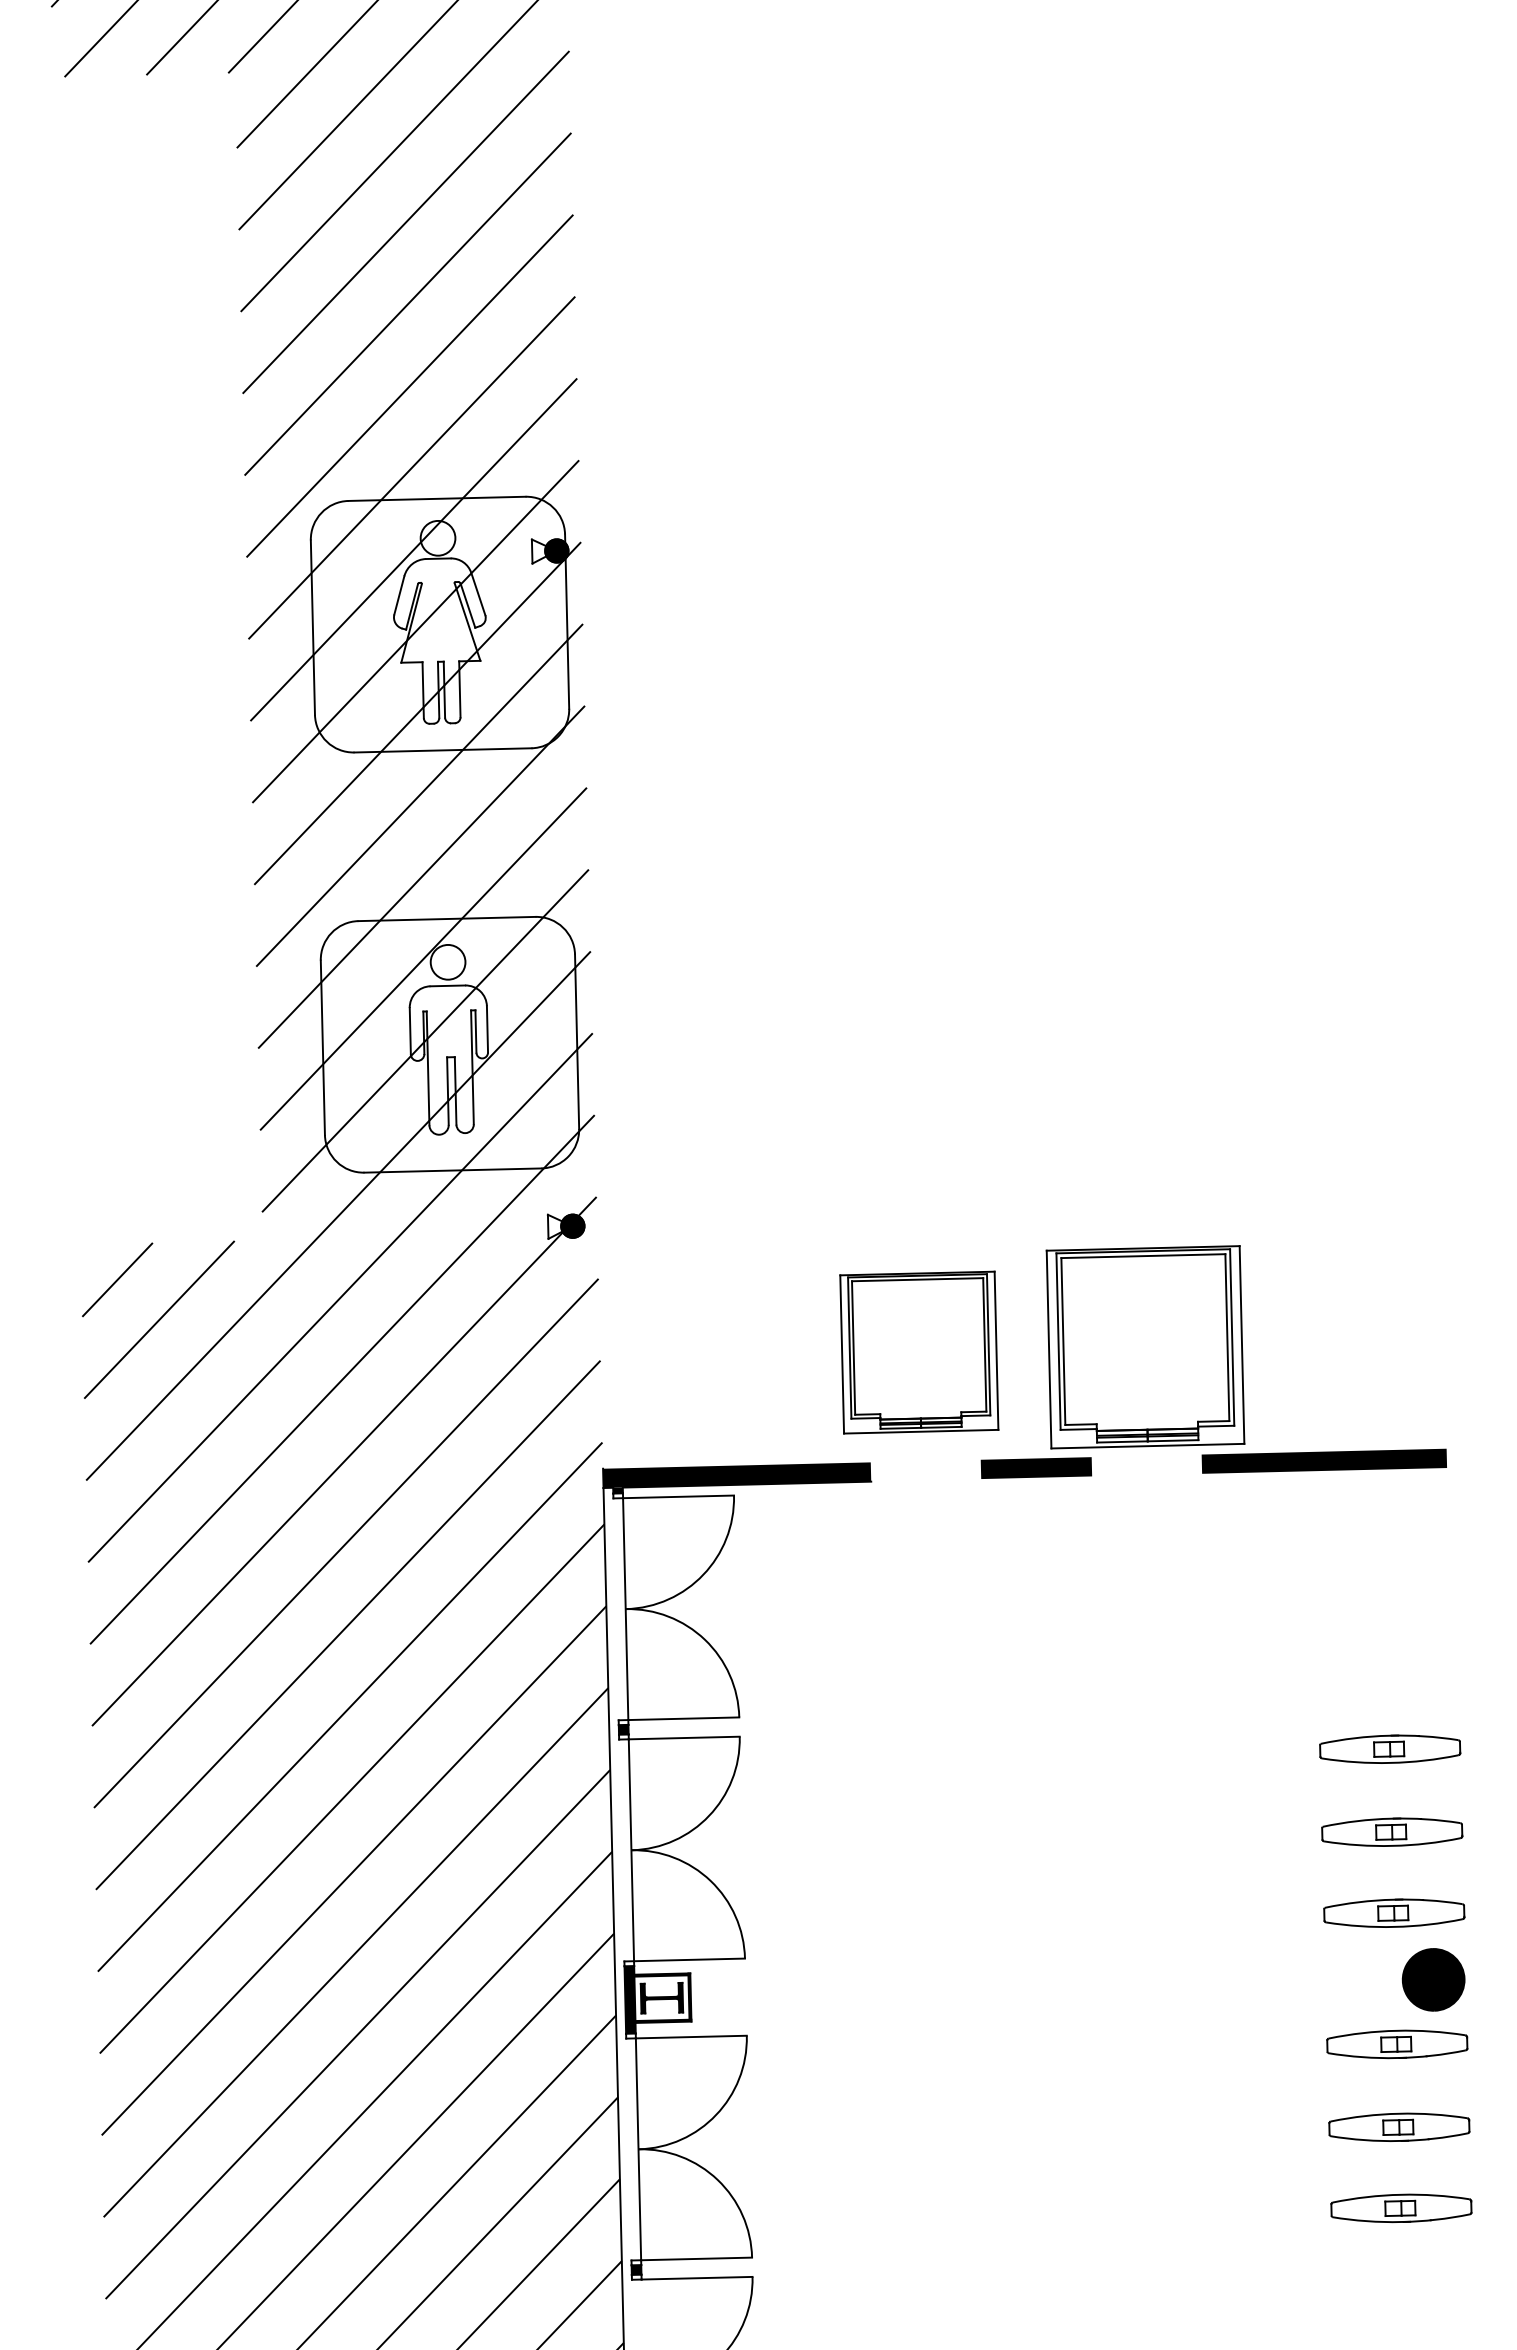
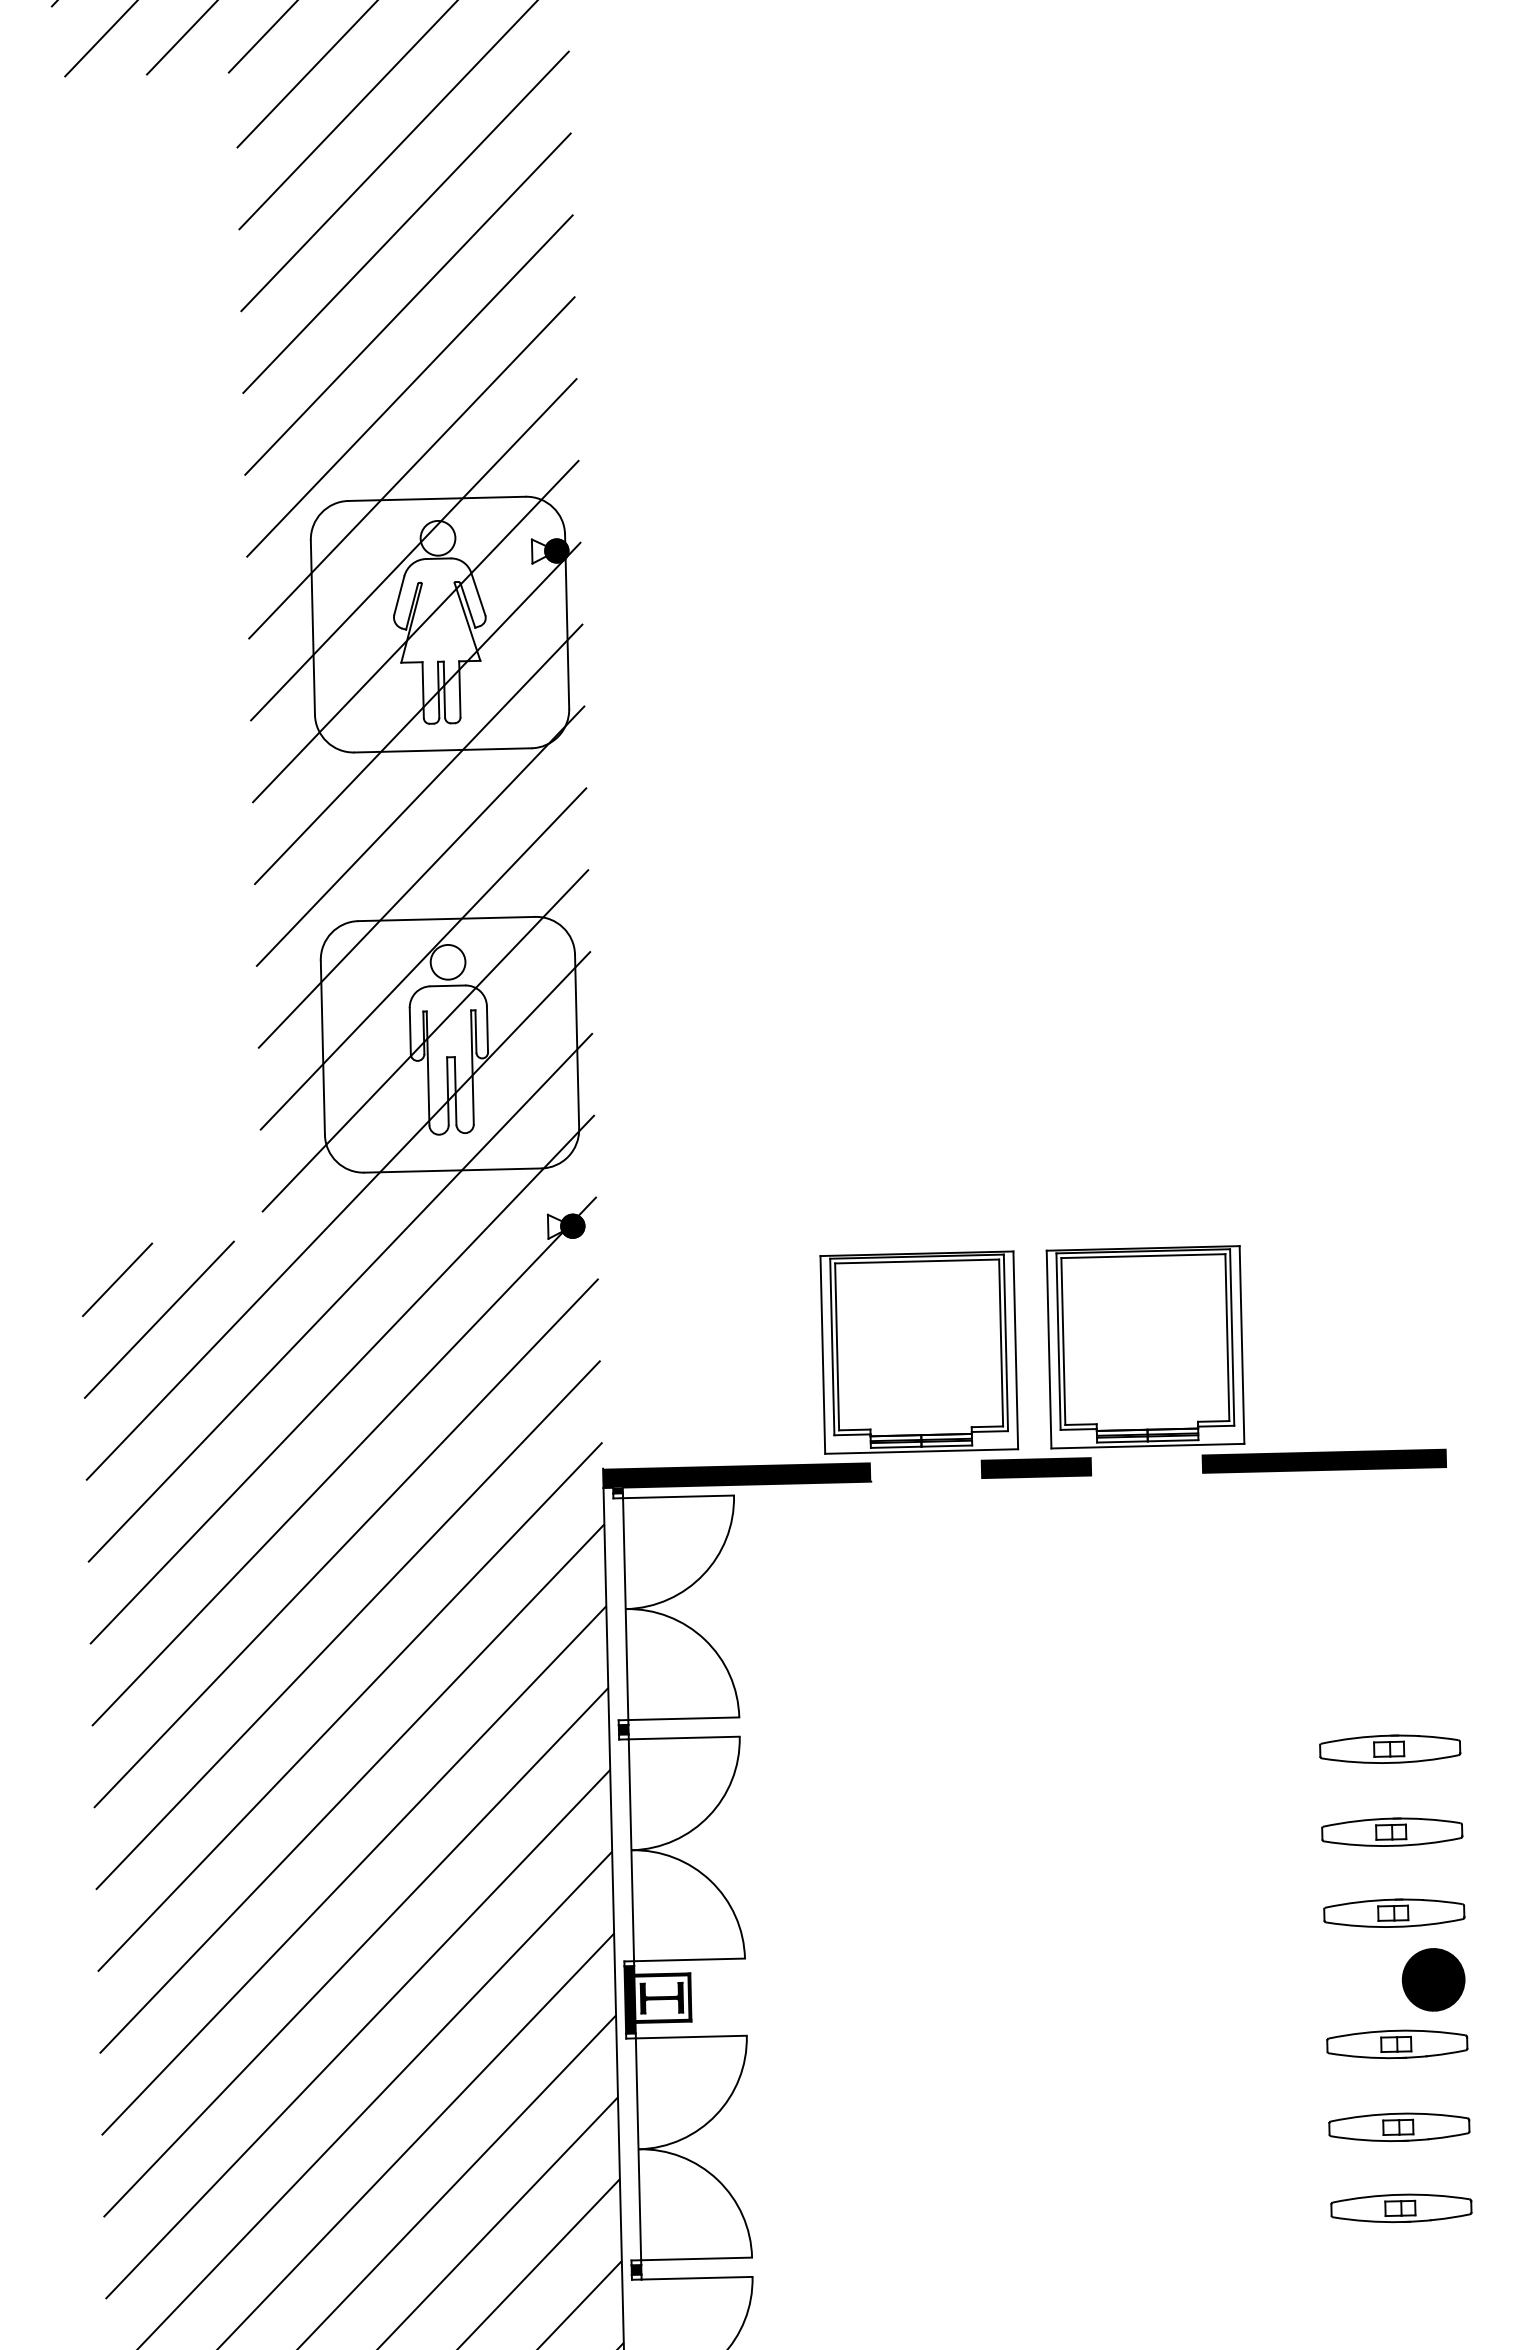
part at (919, 1352) size: 161x165 px -> 201x205 px
